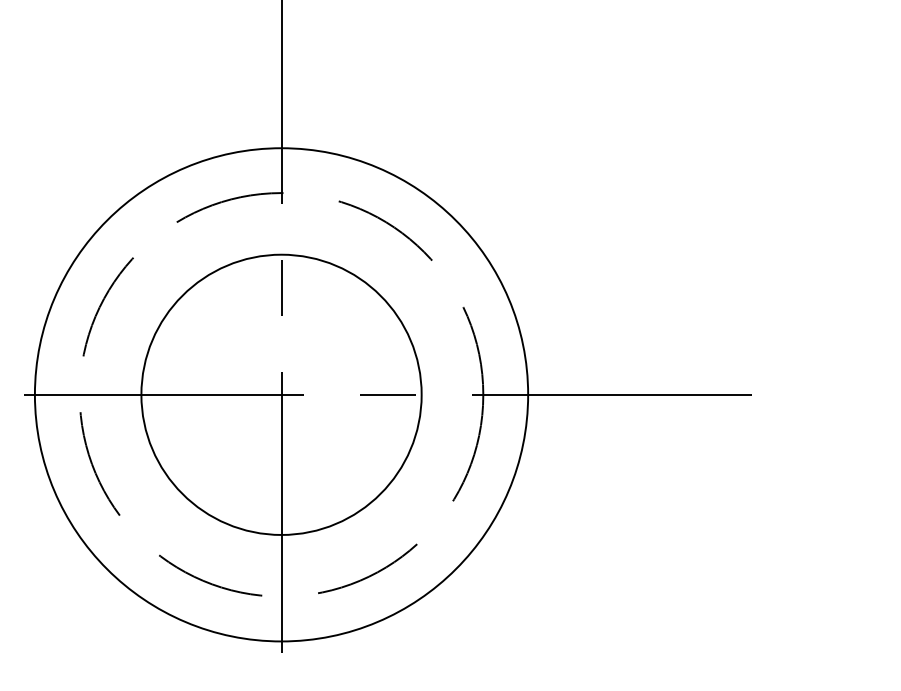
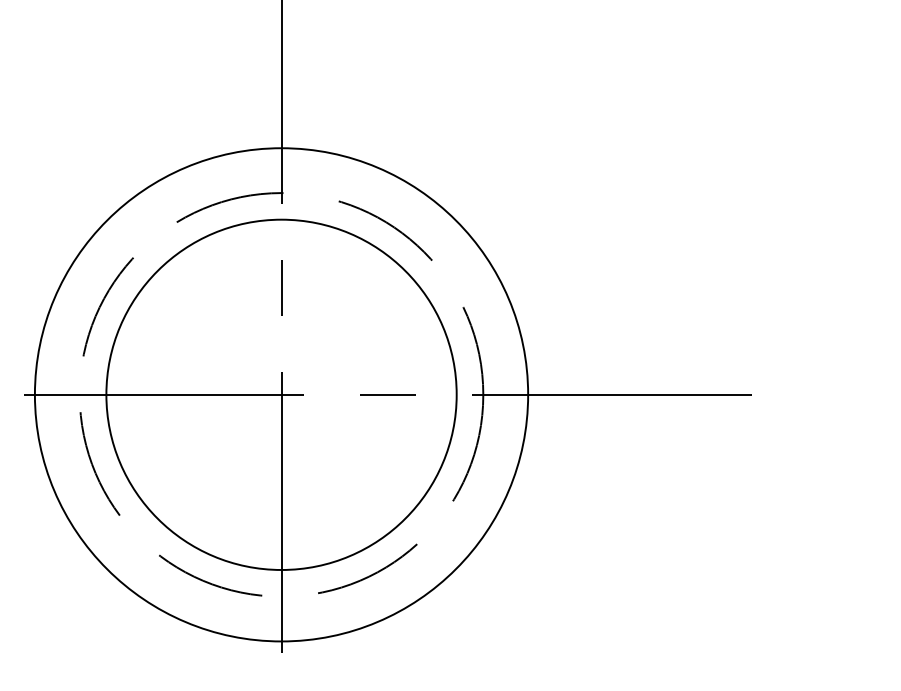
circle at (281, 394) diameter: 280 px -> 350 px
